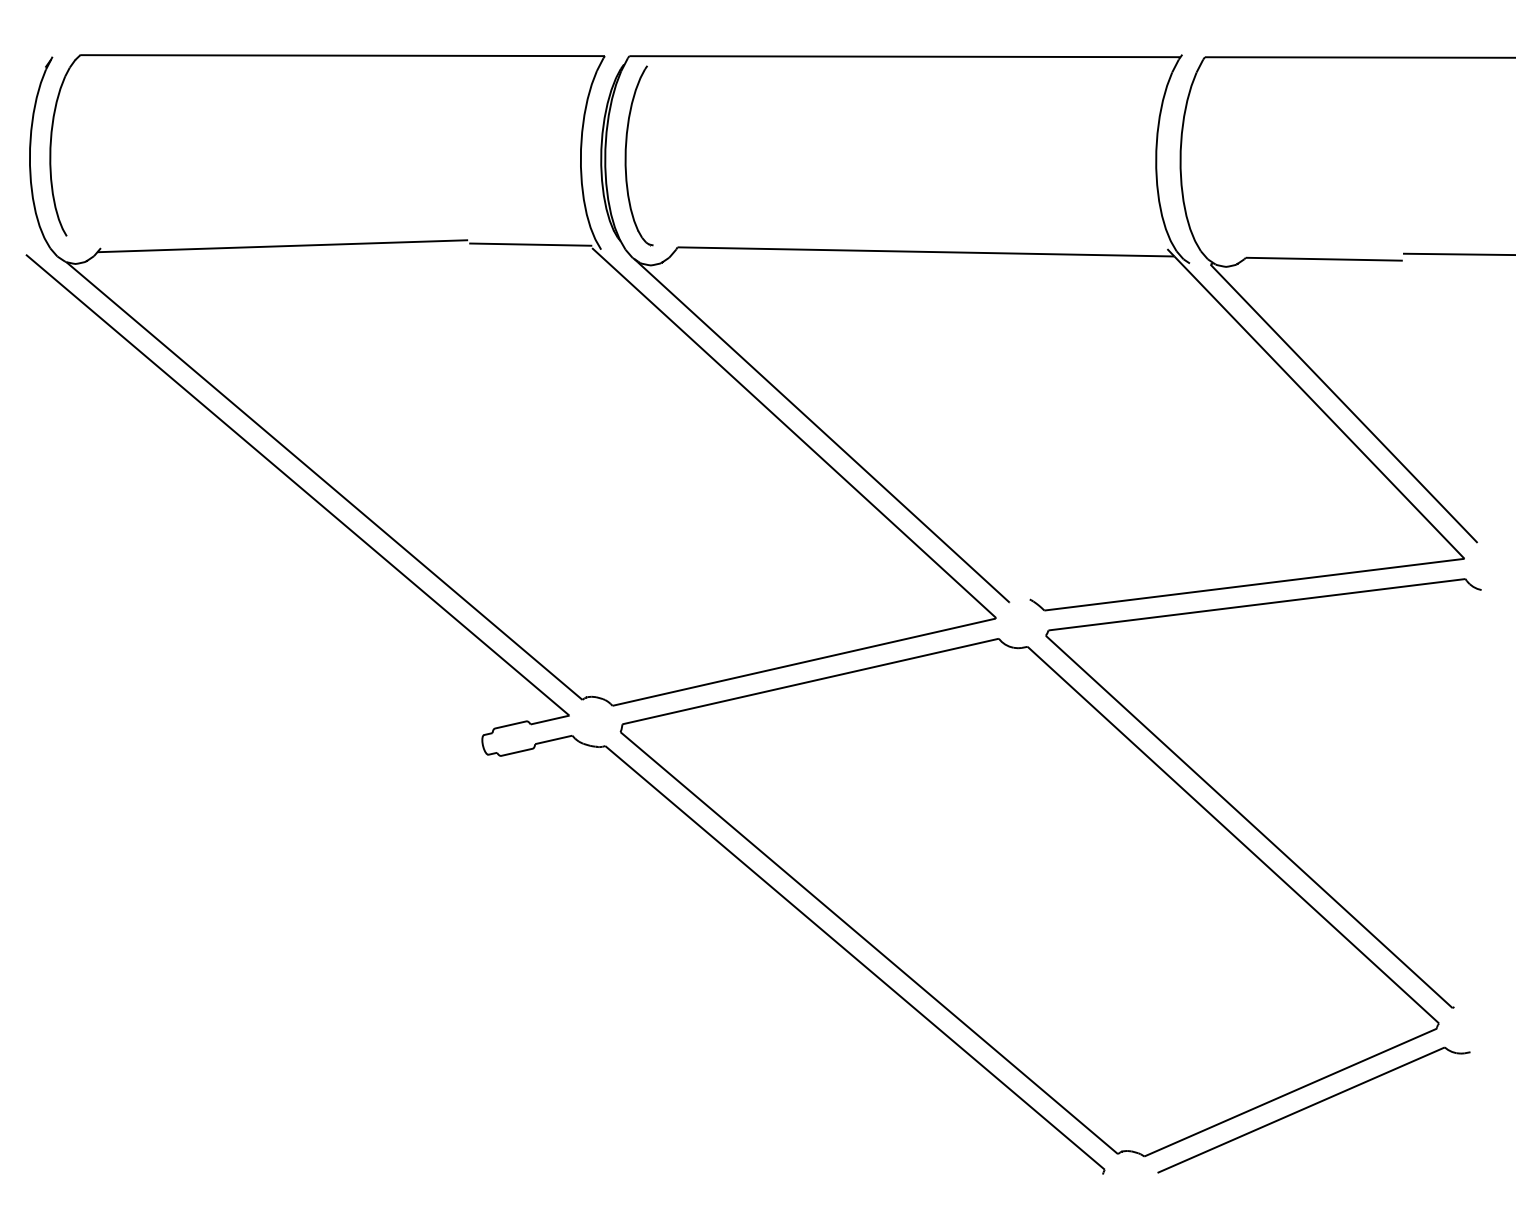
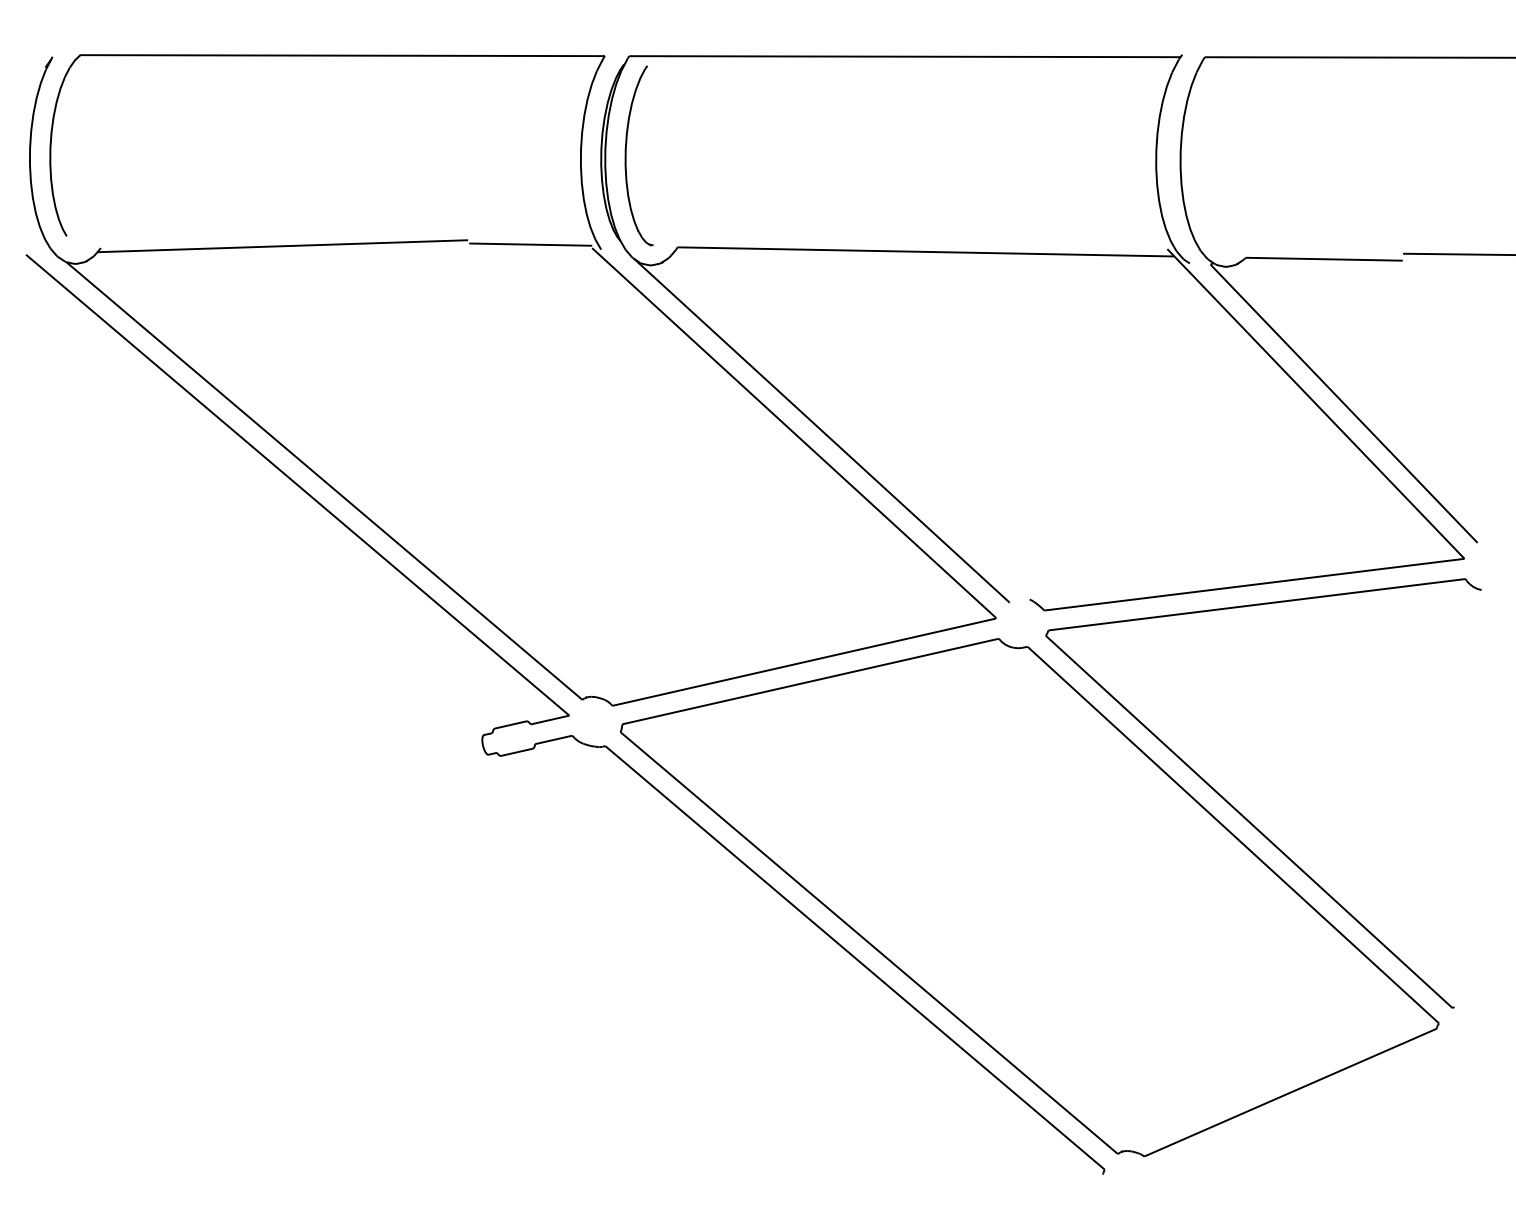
part at (1313, 1109): present -> none
